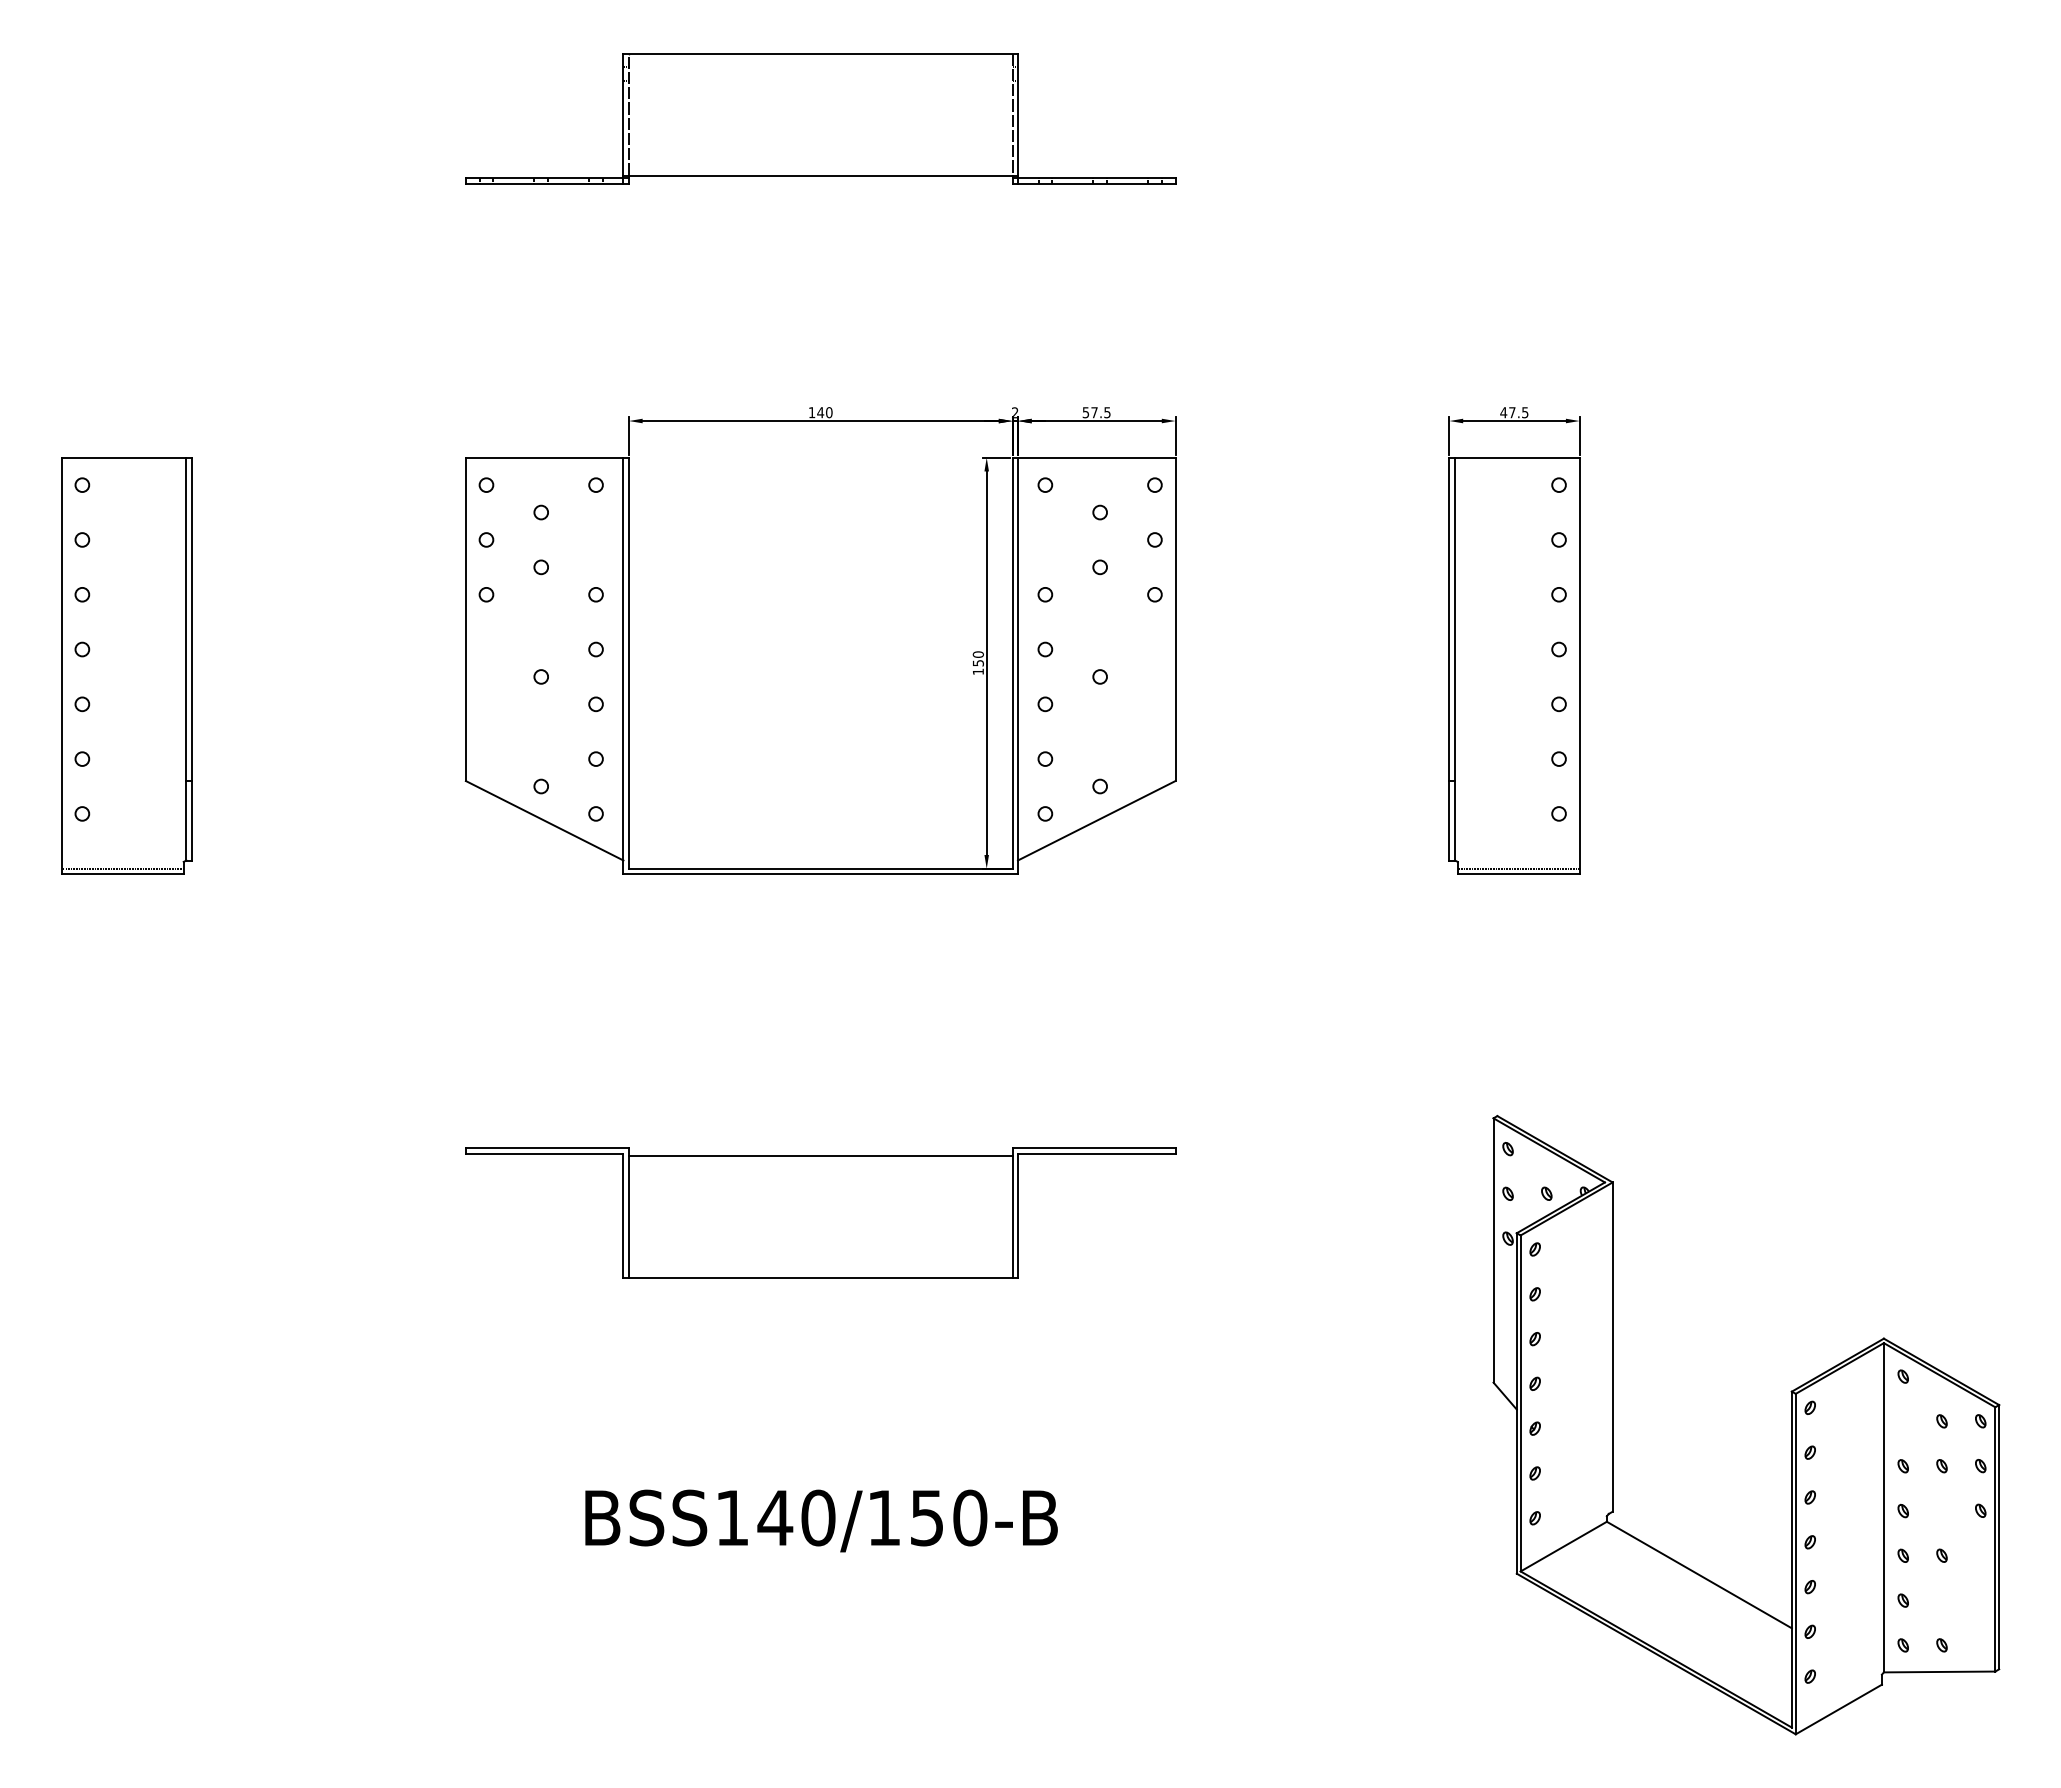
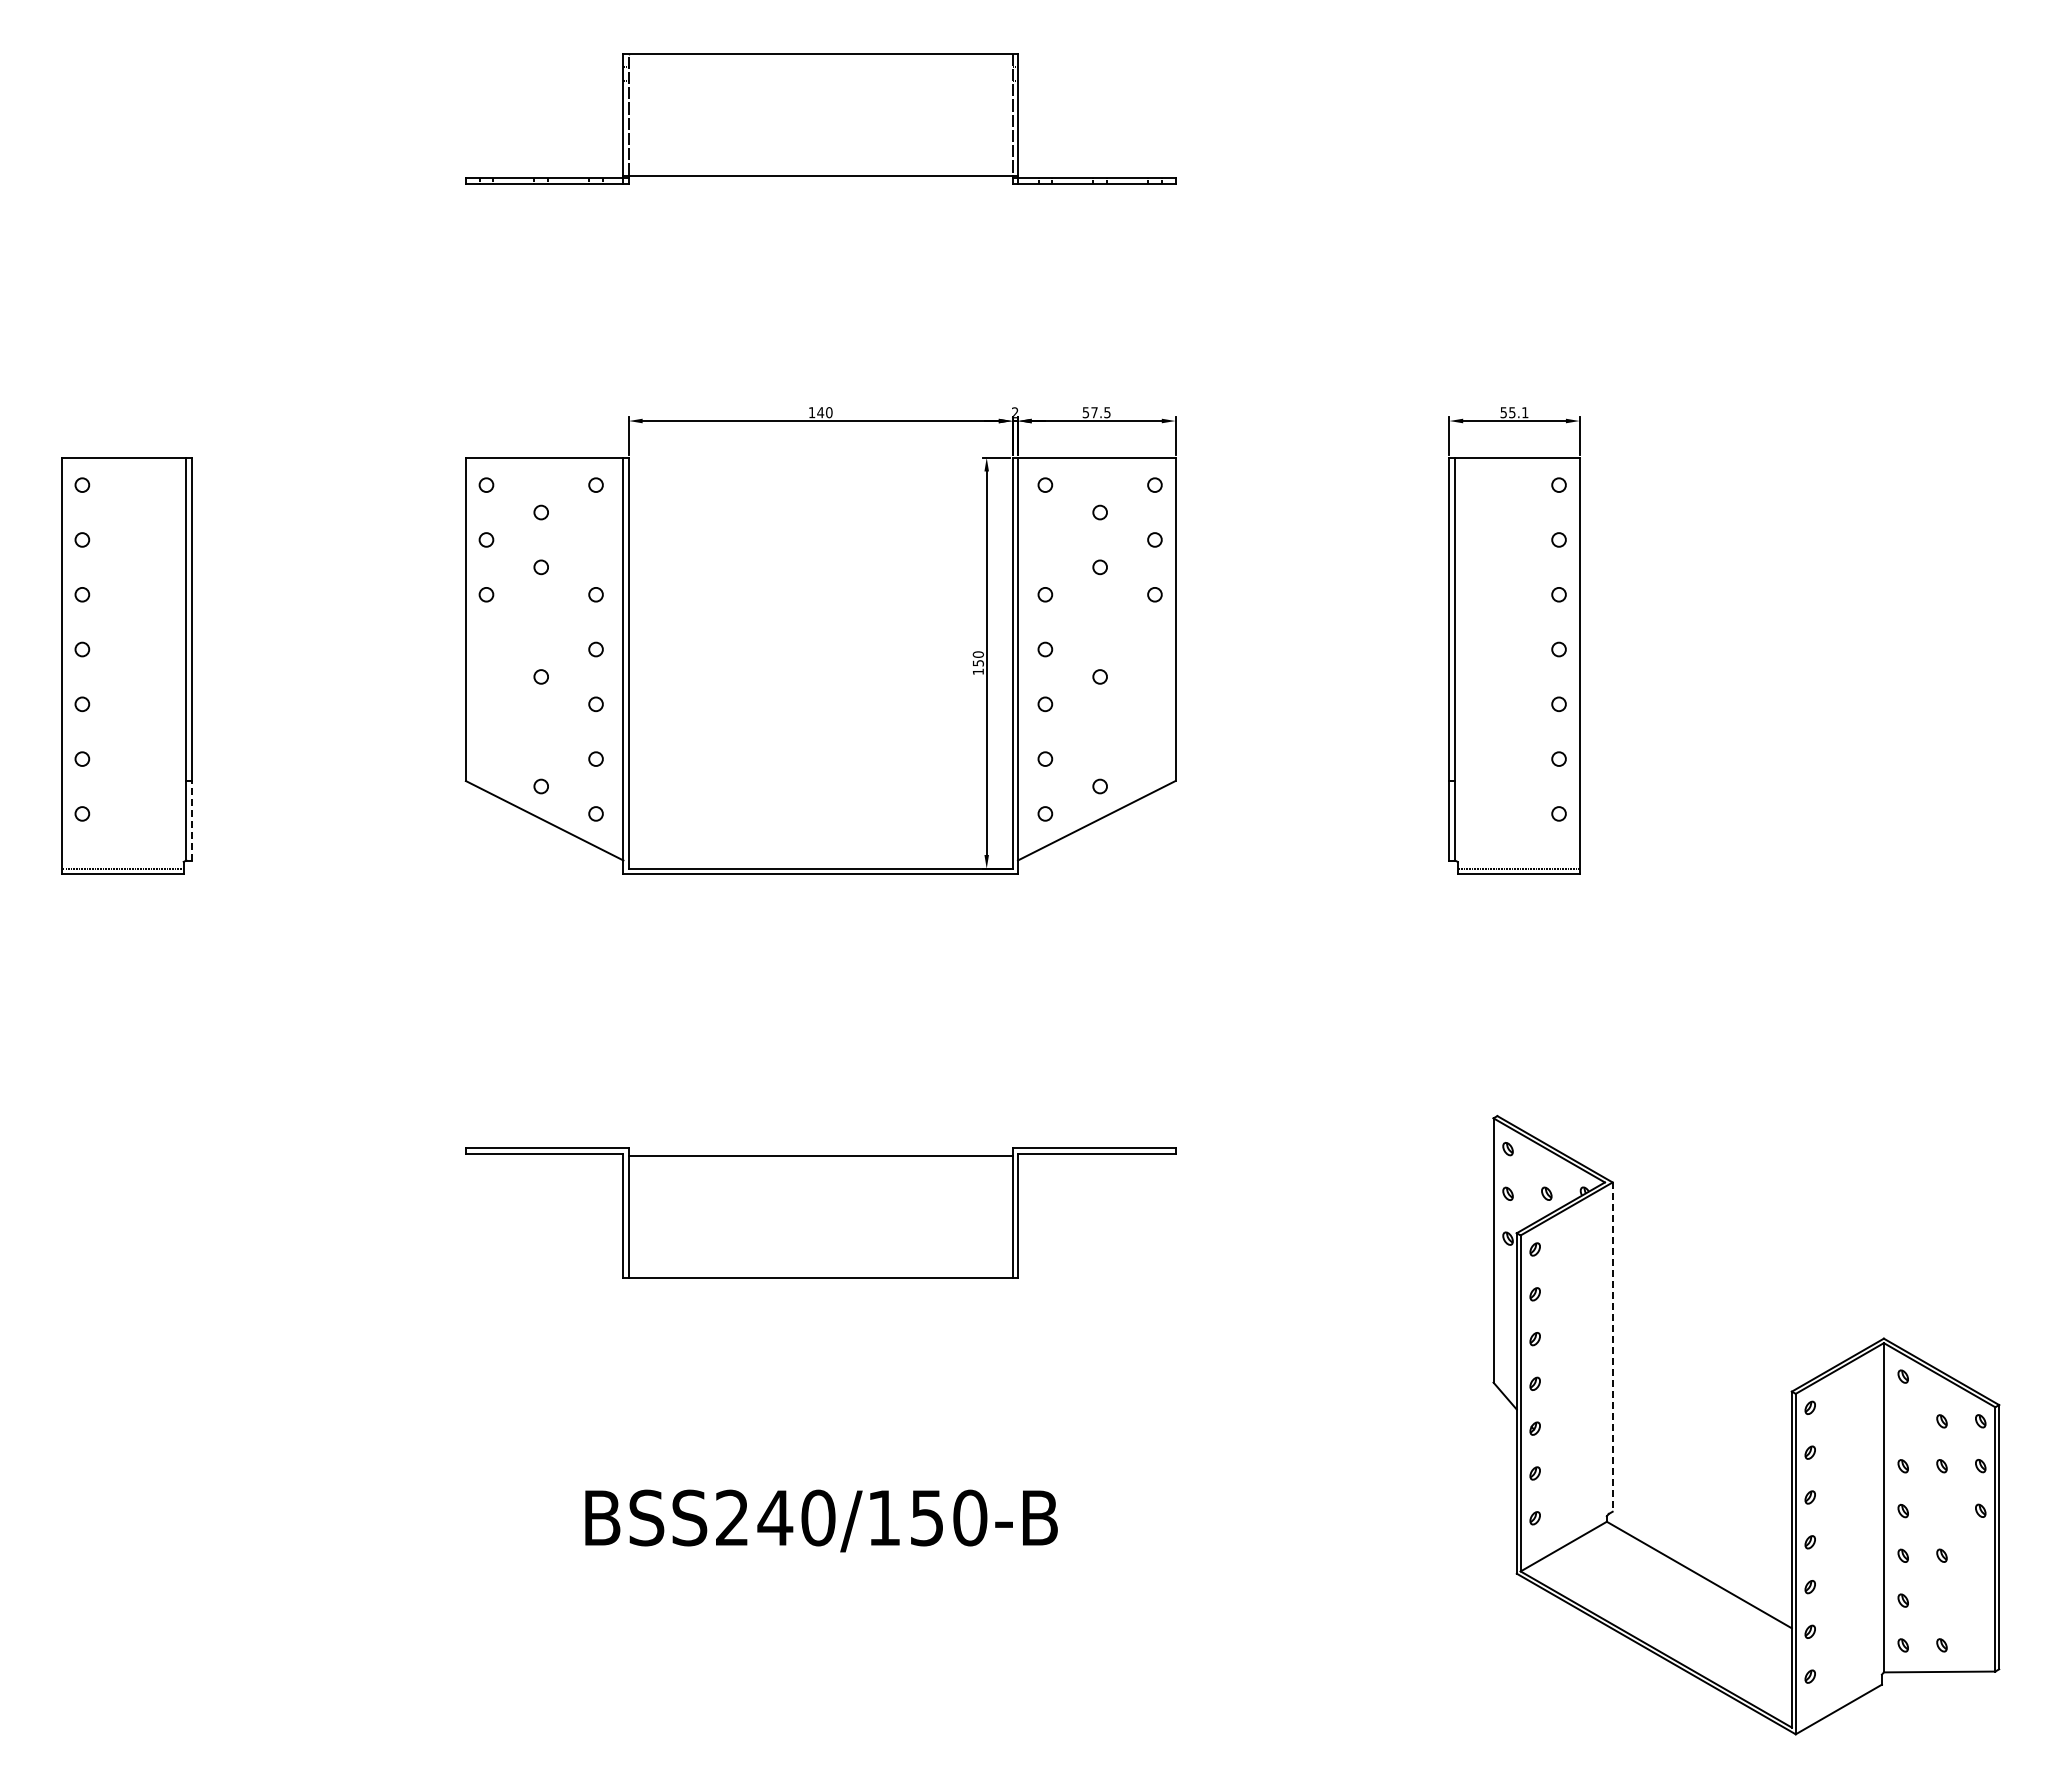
text at (1514, 412): 47.5 -> 55.1
line at (191, 820): solid -> dashed
line at (1612, 1347): solid -> dashed
text at (731, 1517): BSS140/150-B -> BSS240/150-B
